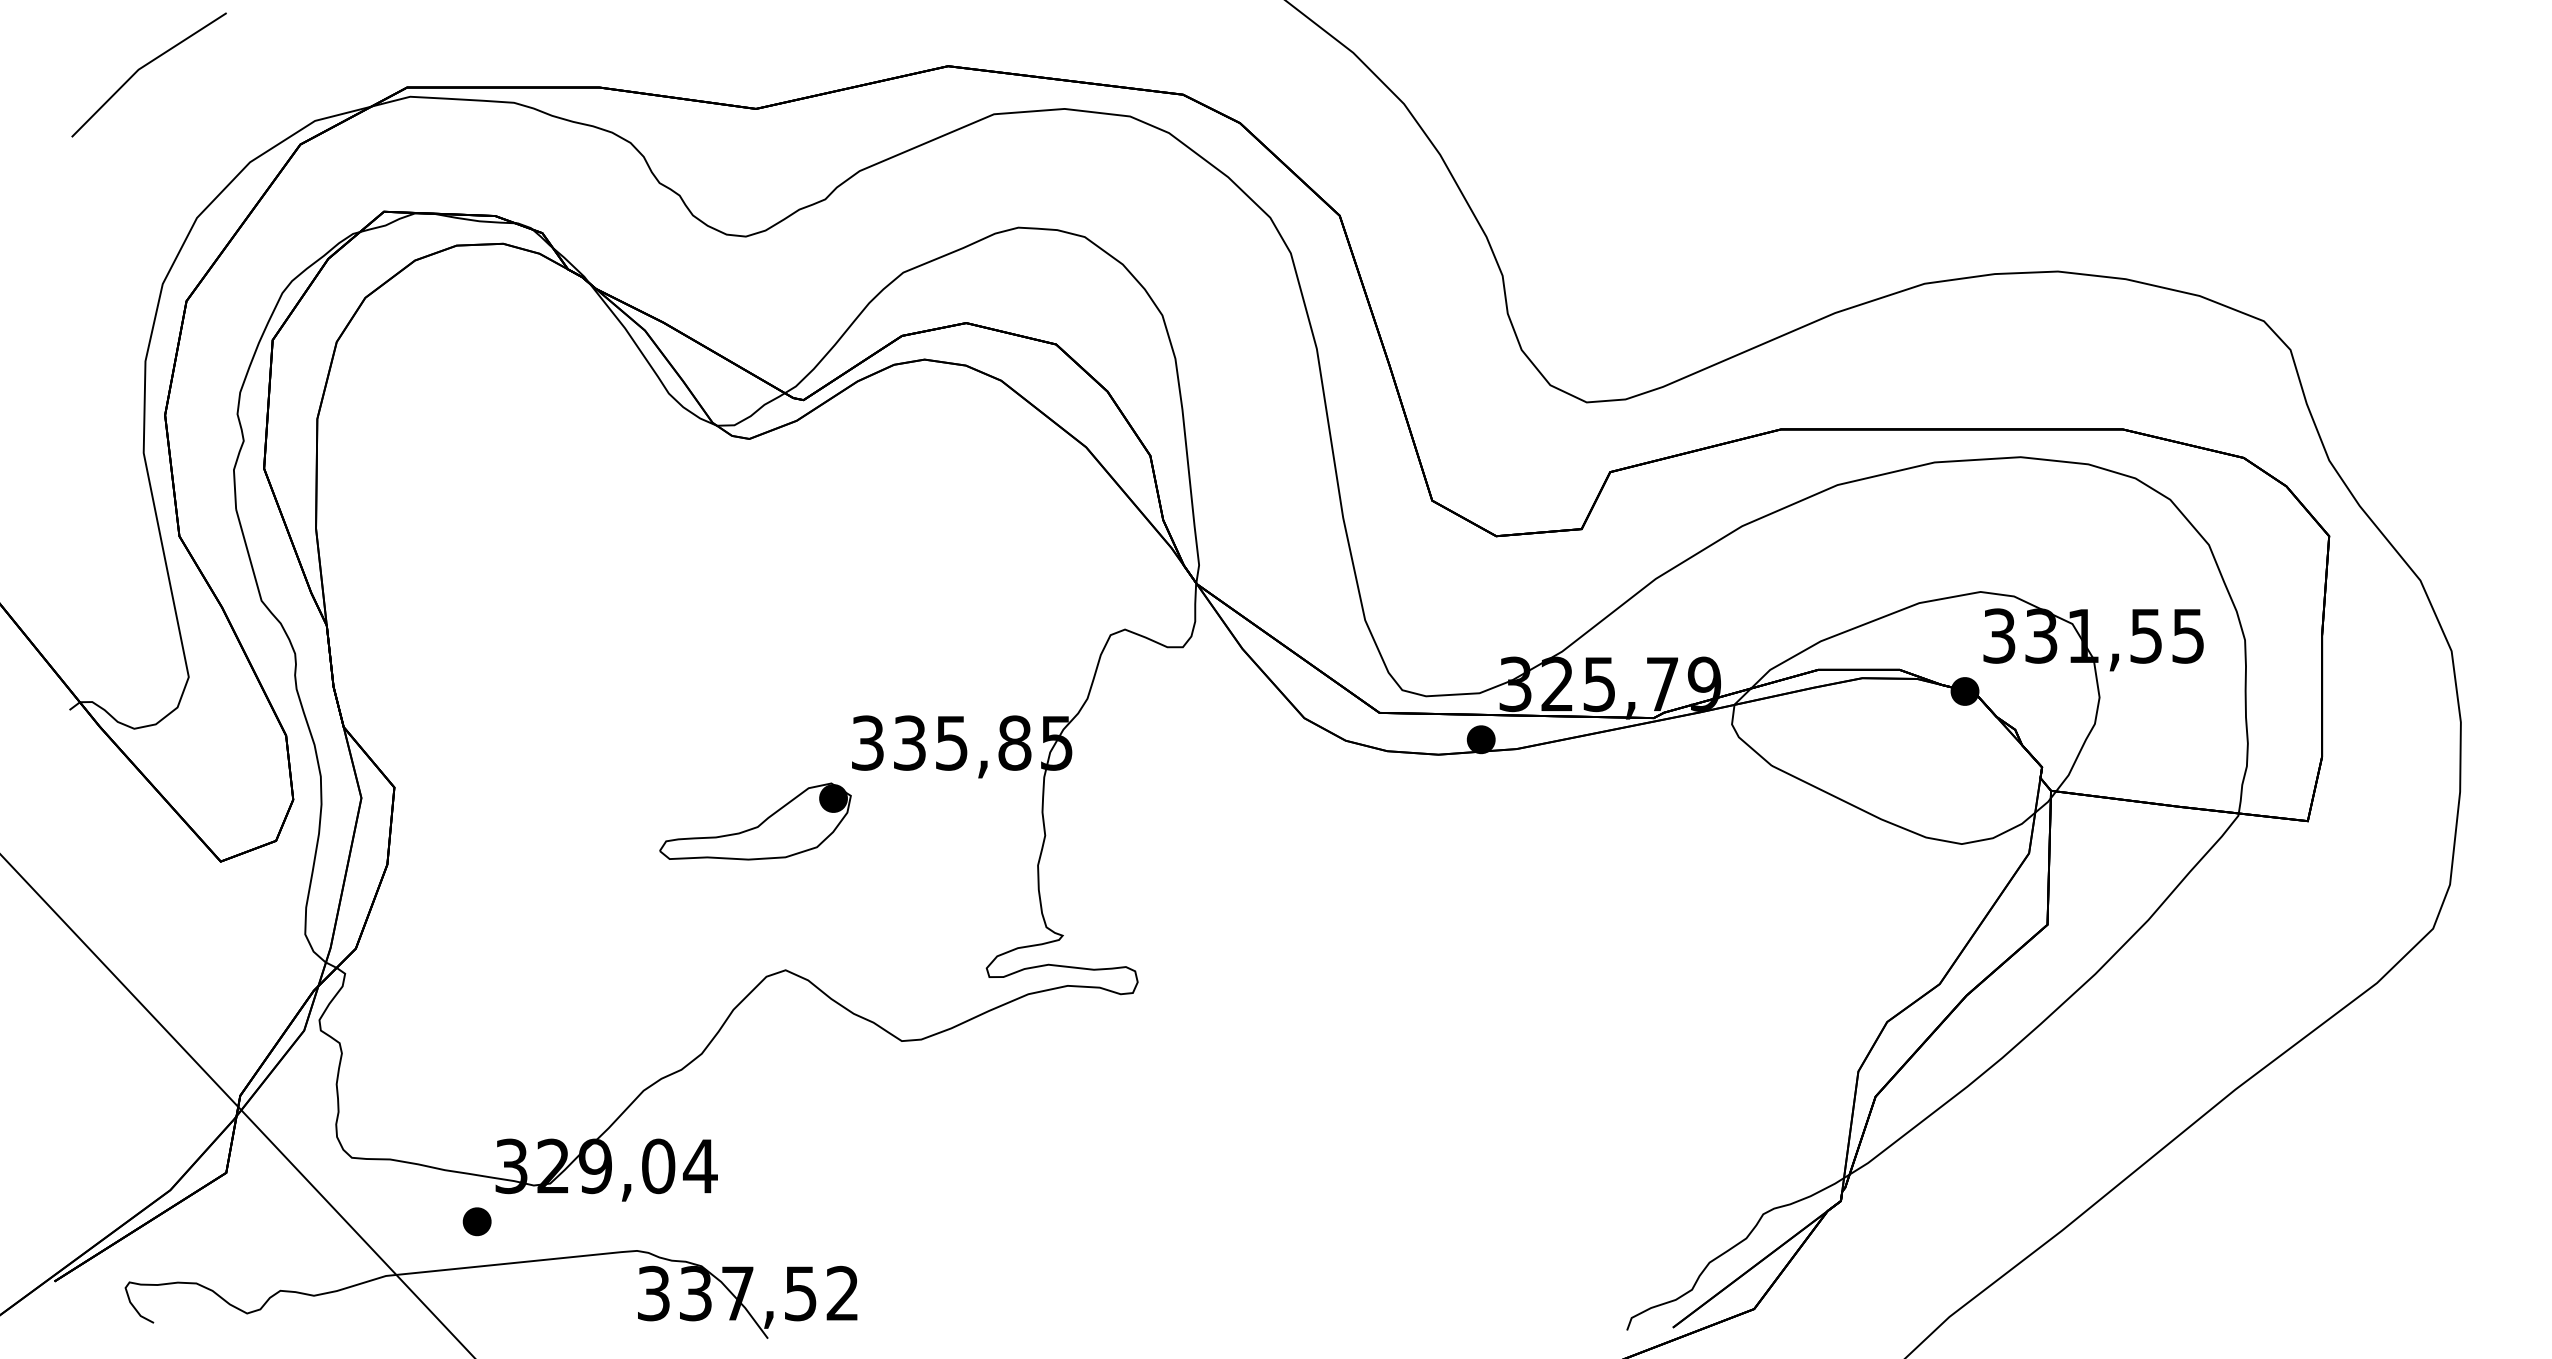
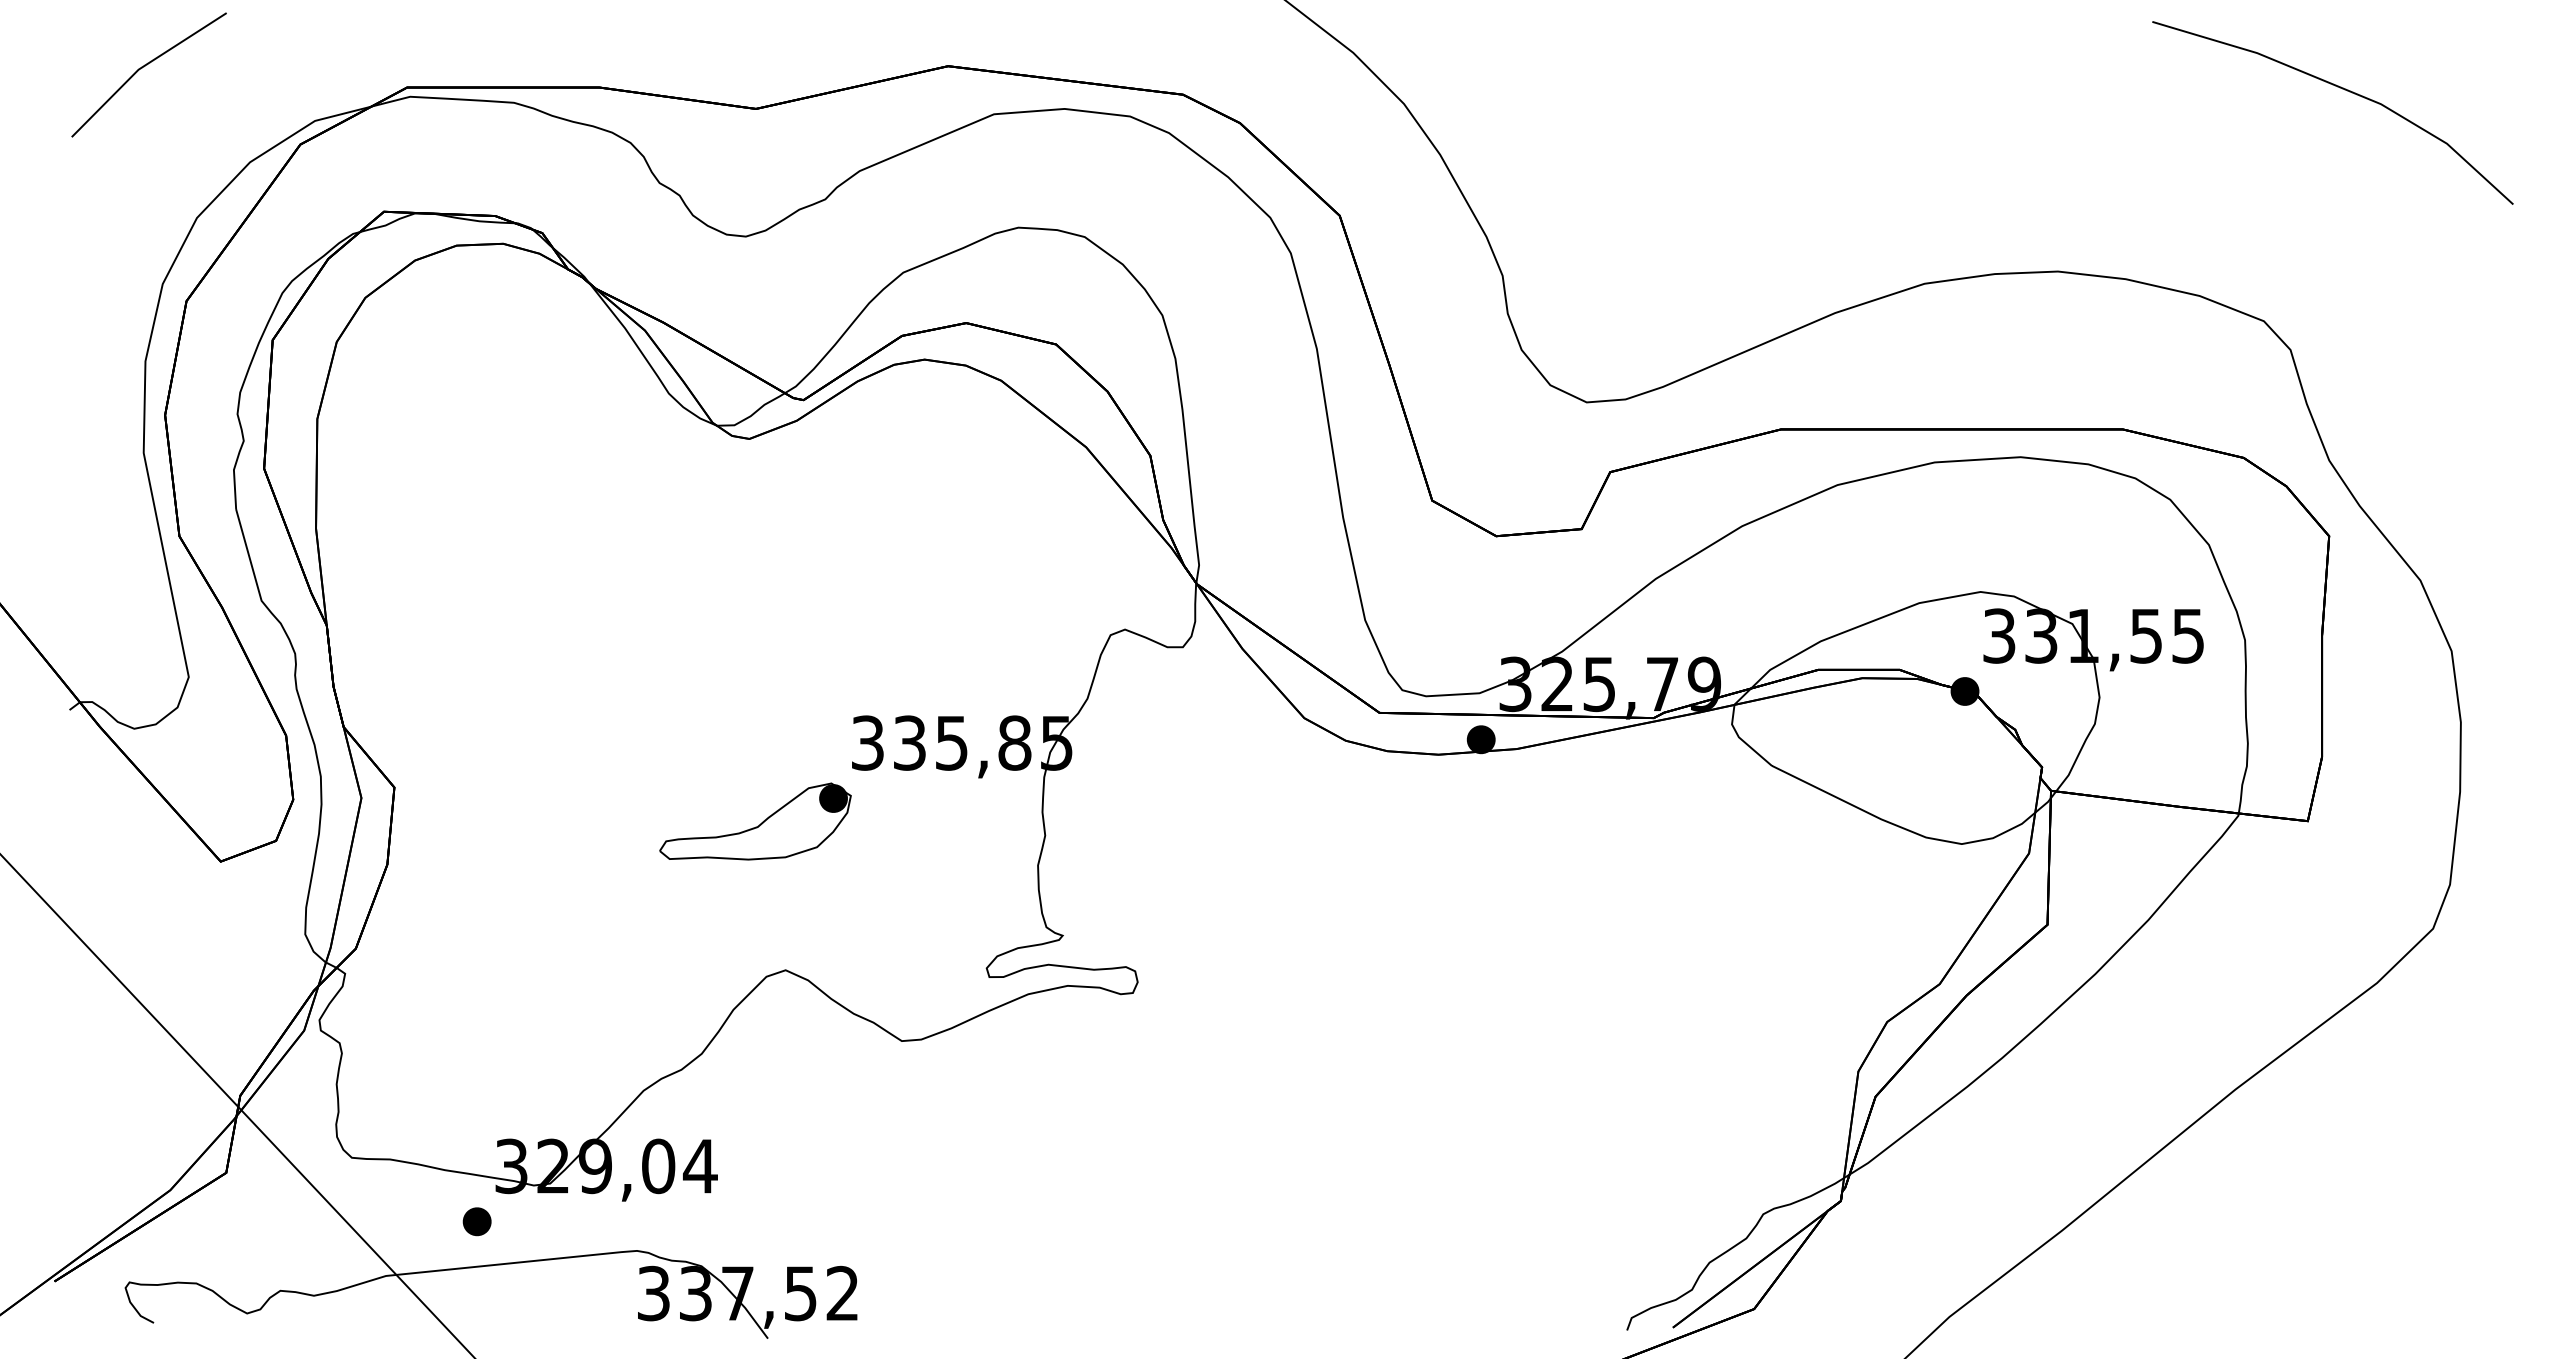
line at (2344, 90): none -> present
